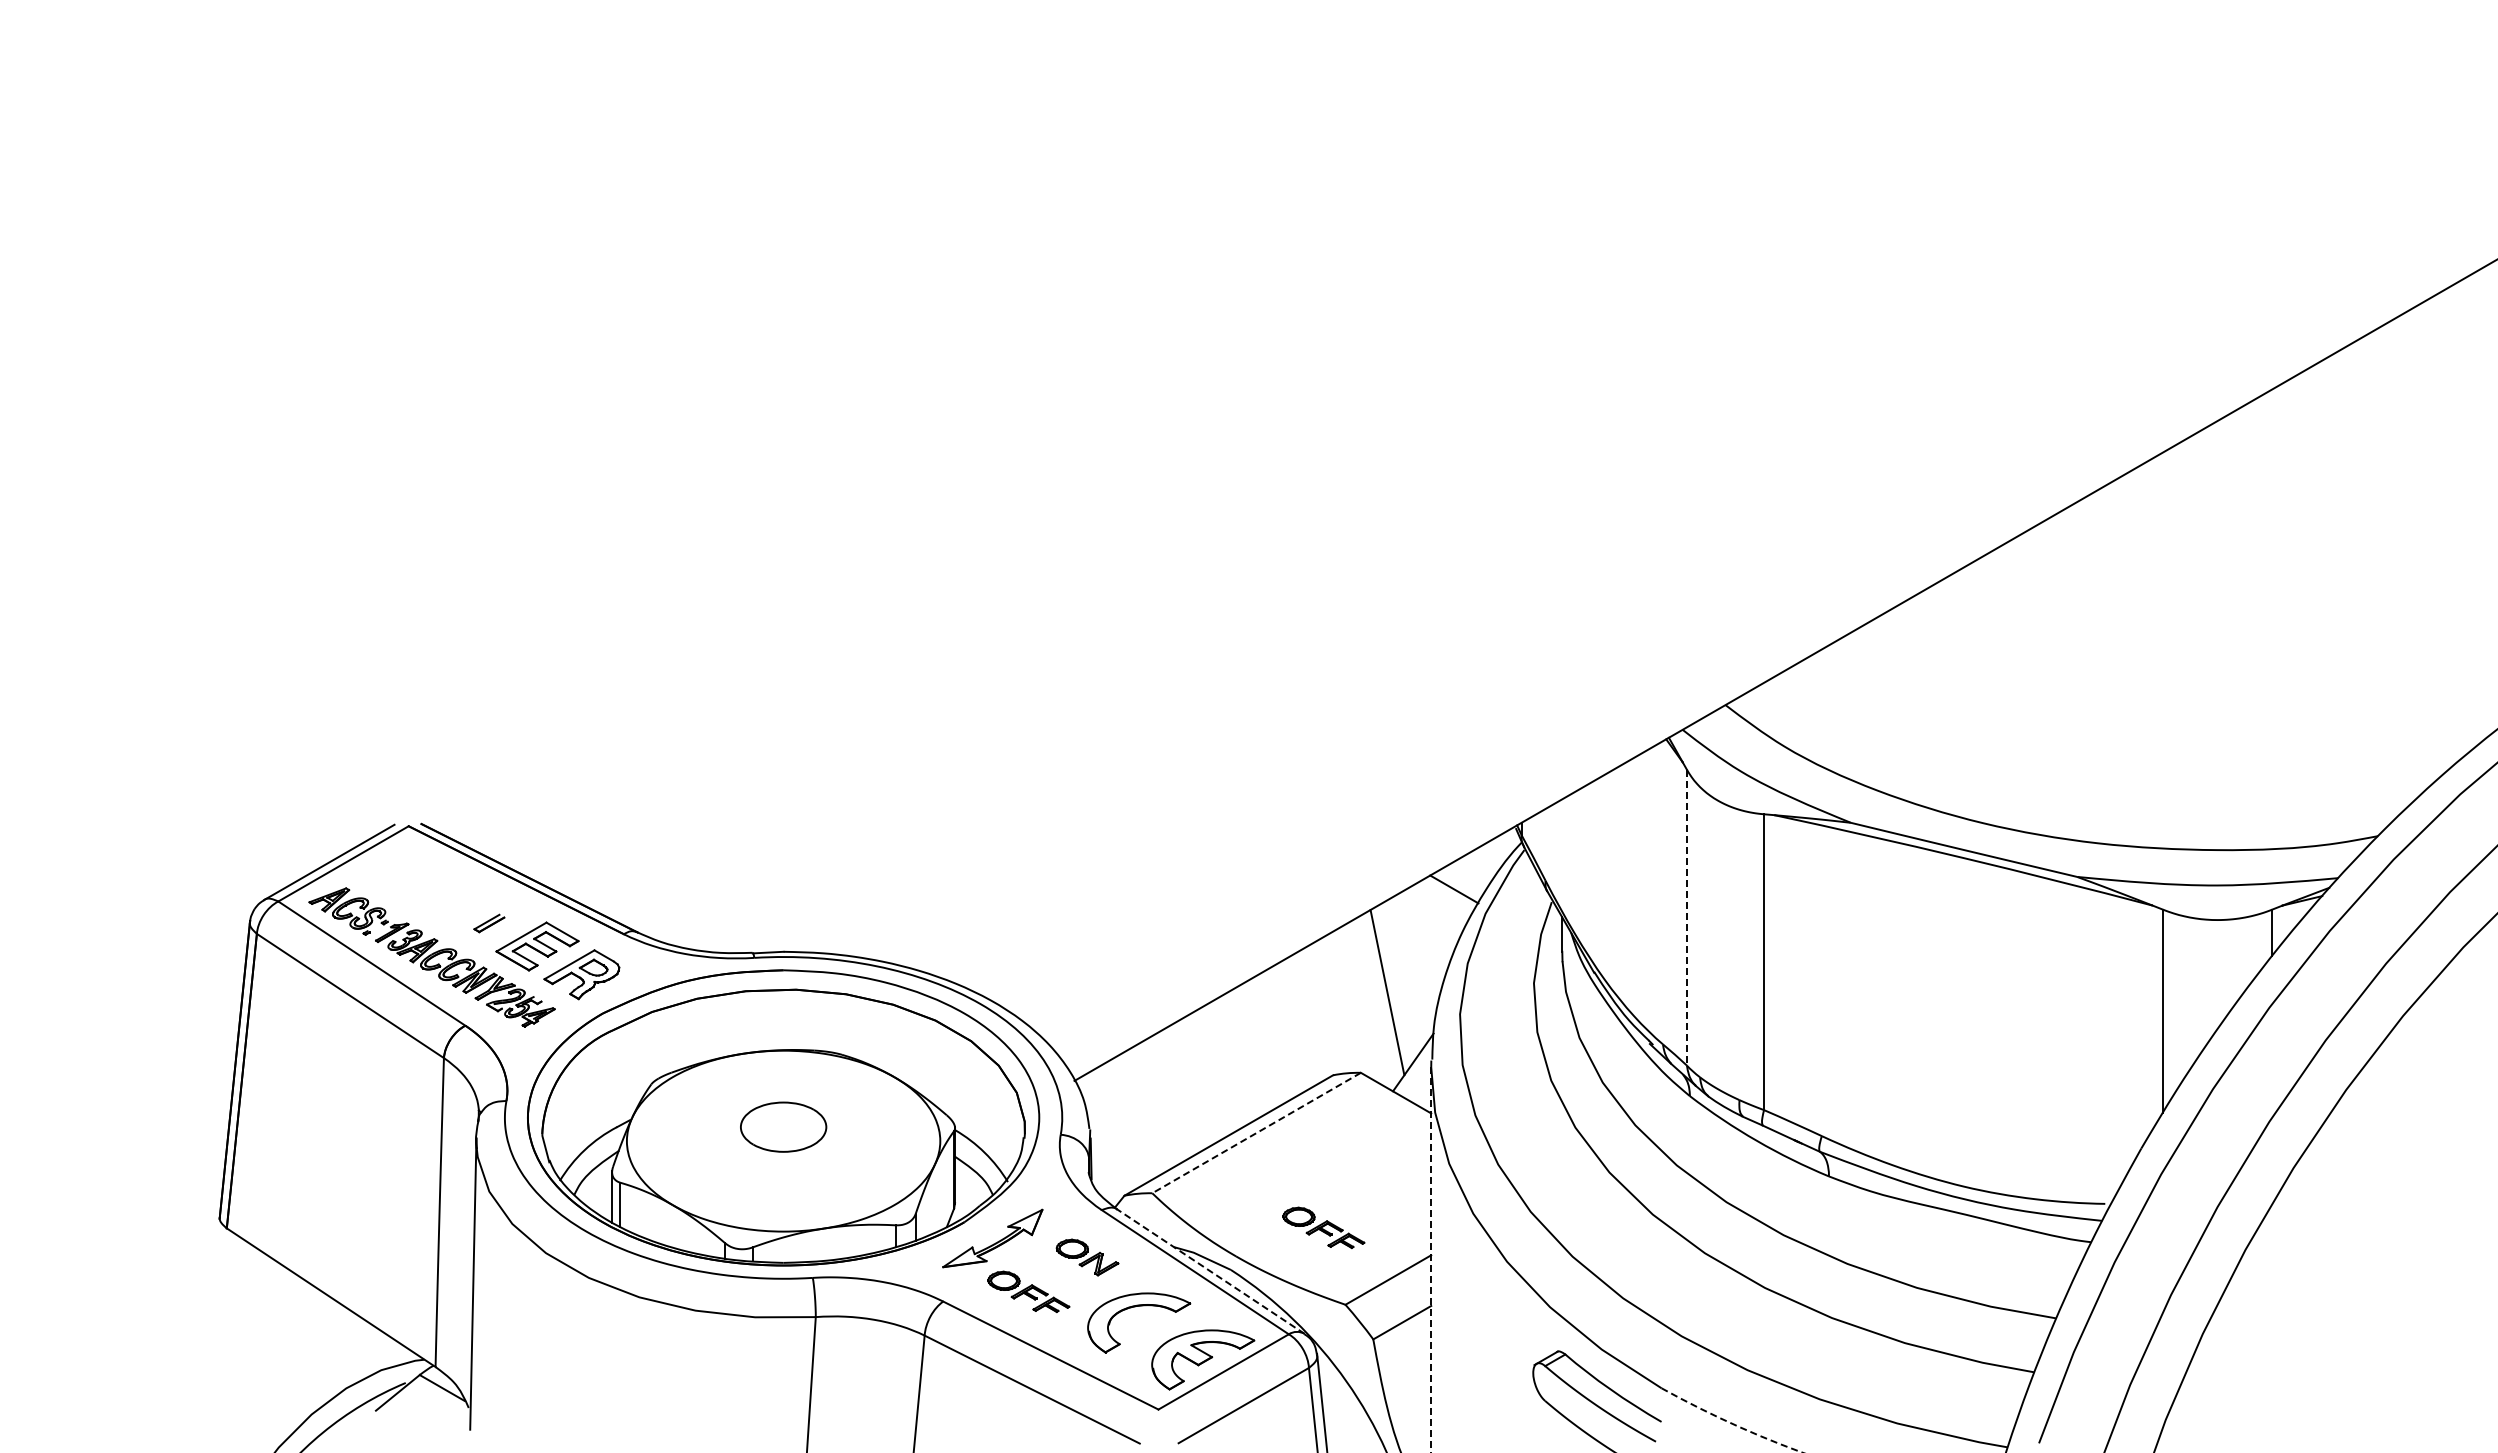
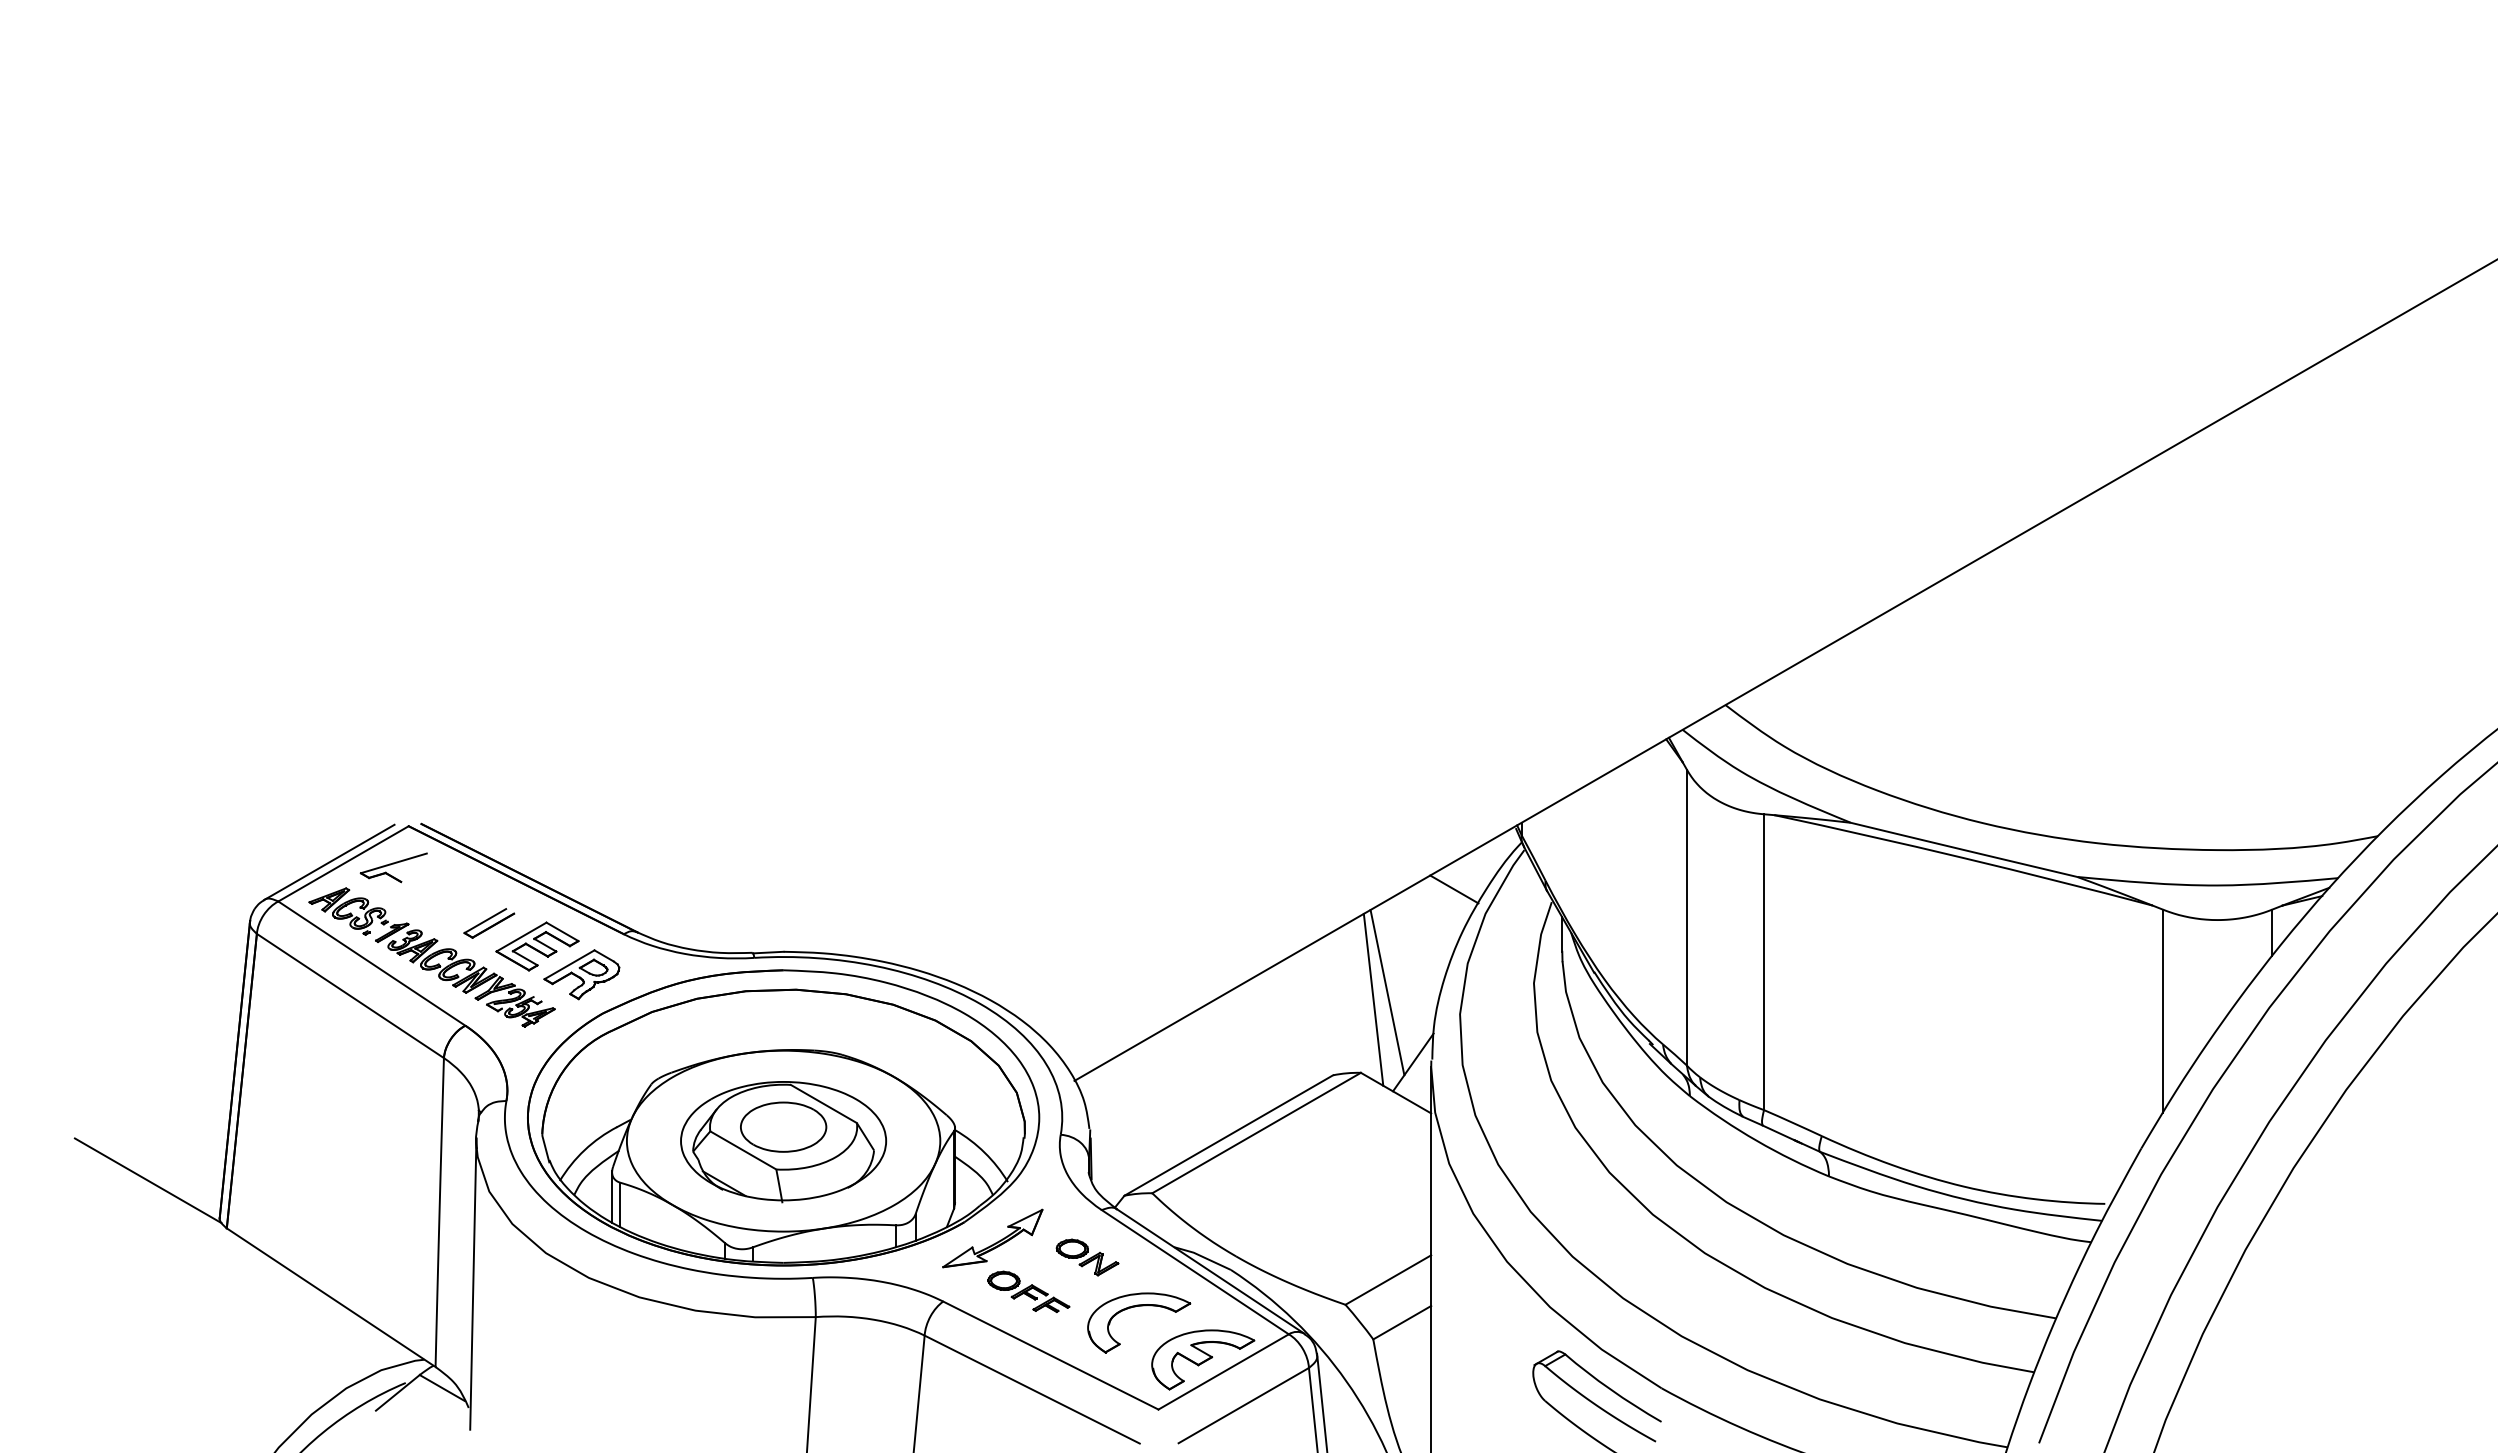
part at (393, 867): none -> present
line at (1686, 917): dashed -> solid
part at (489, 923) size: 33x21 px -> 53x31 px
line at (1373, 999): none -> present
line at (1256, 1133): dashed -> solid
part at (783, 1142): none -> present
line at (147, 1180): none -> present
part at (1323, 1227): present -> none
line at (1431, 1259): dashed -> solid
line at (1210, 1271): dashed -> solid
arc at (1731, 1423): dashed -> solid
